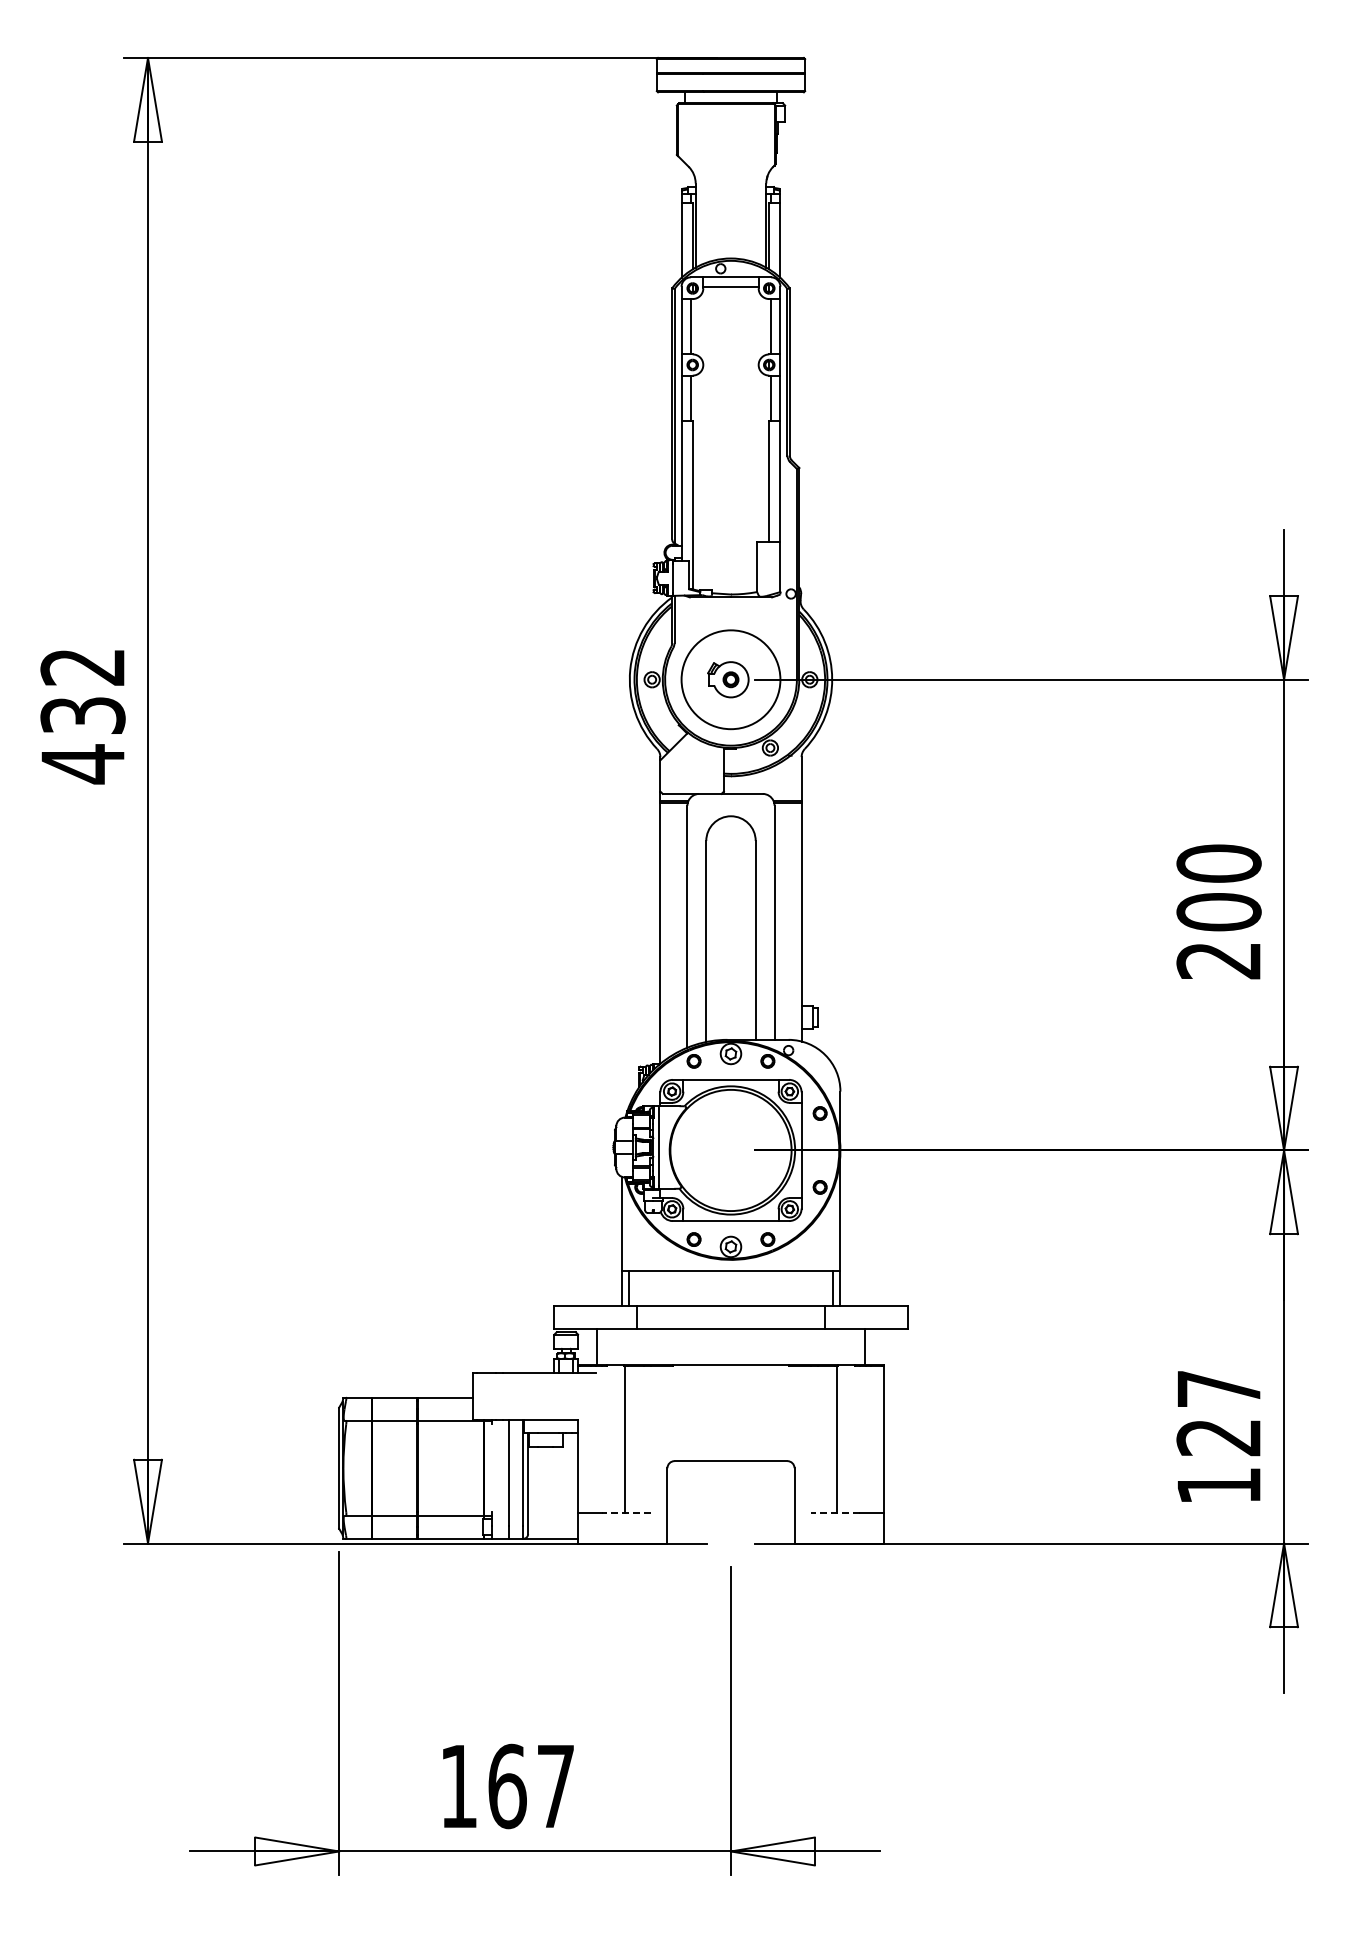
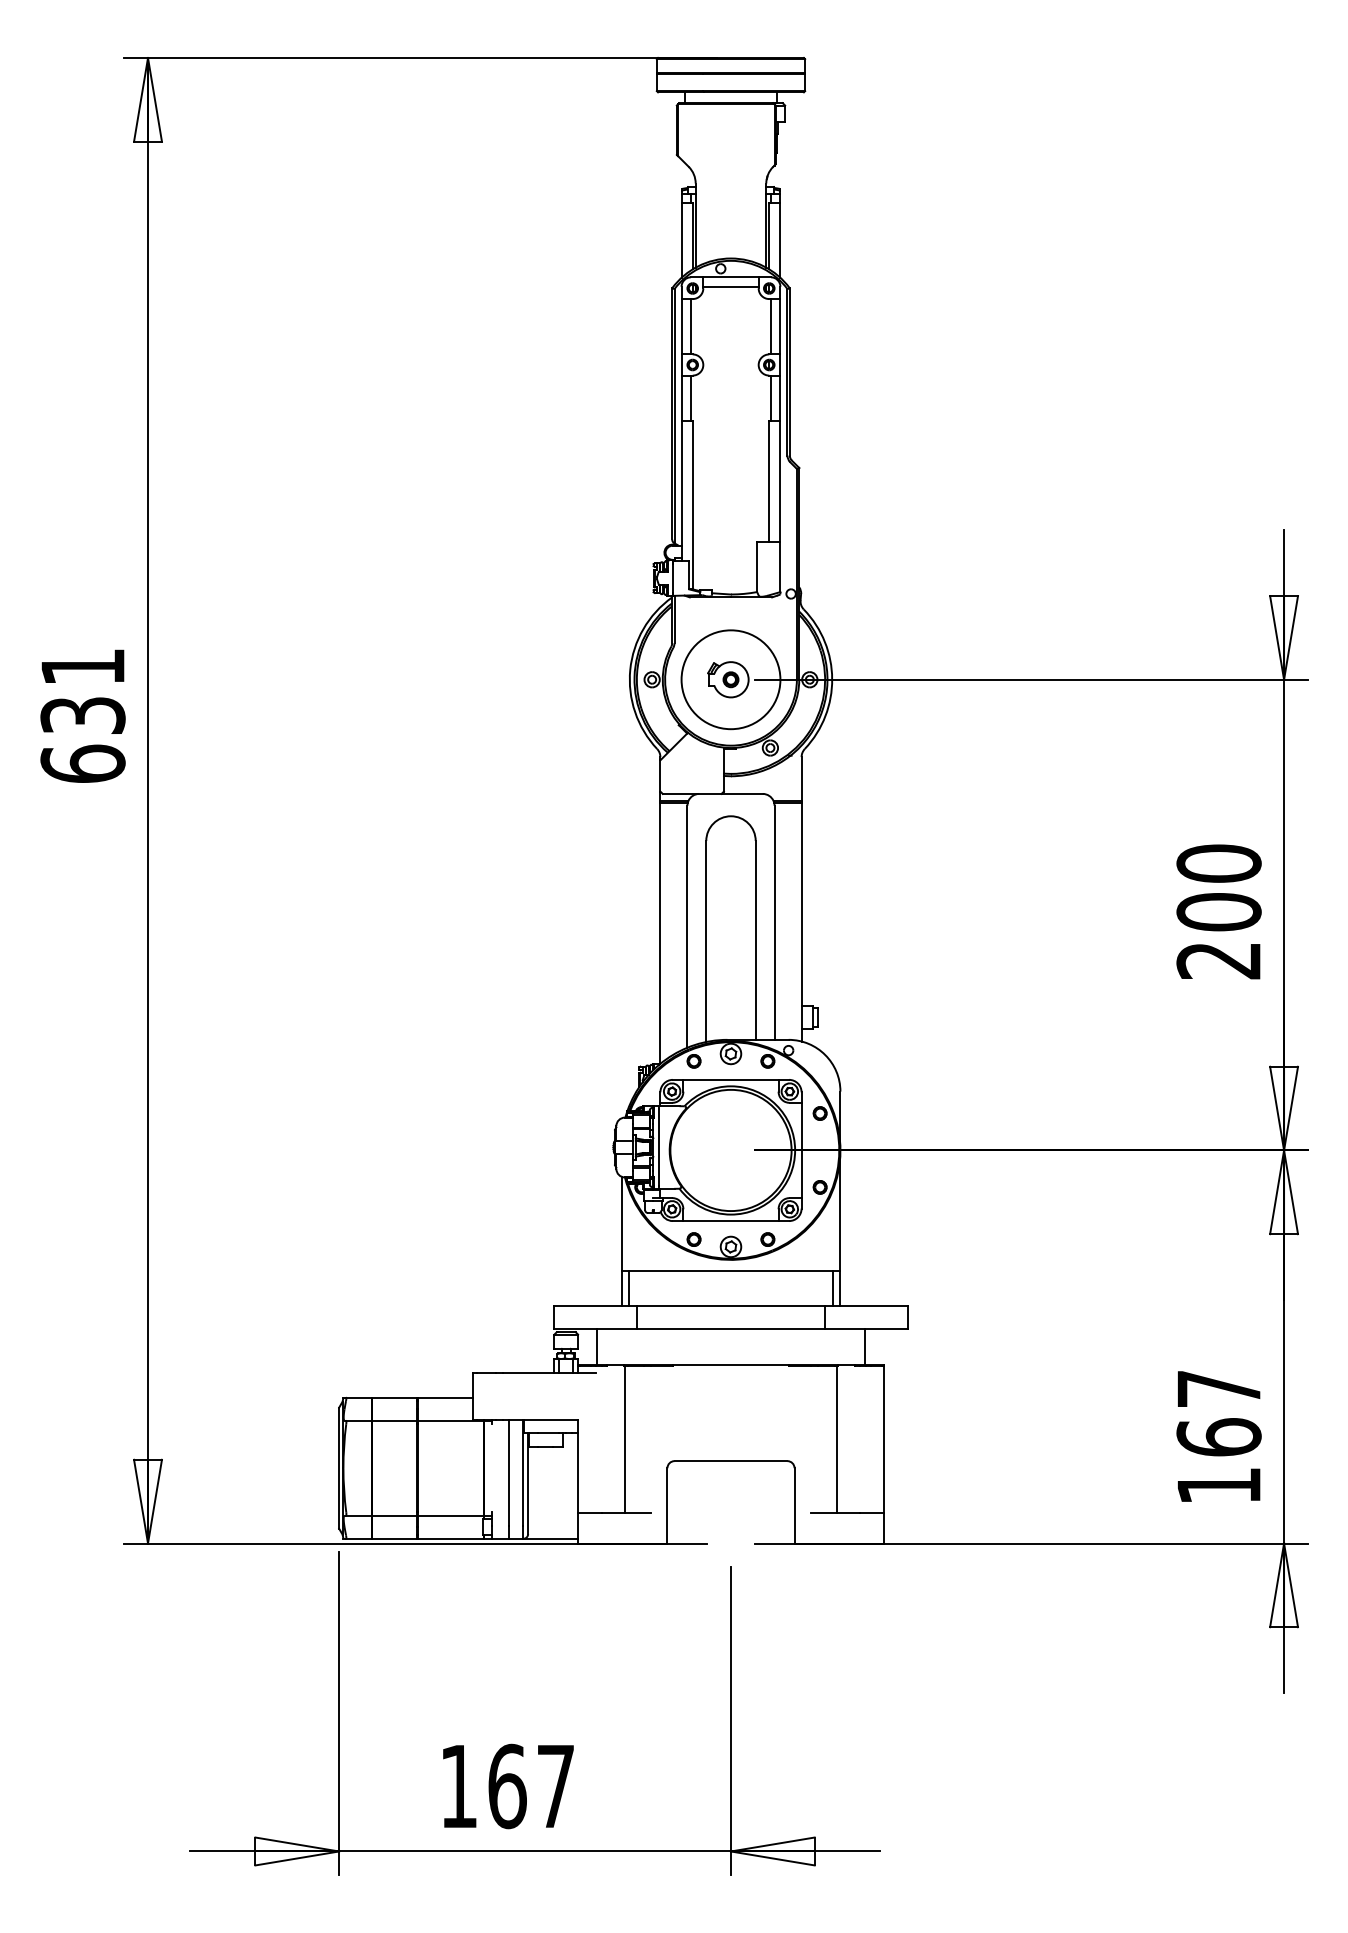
text at (82, 716): 432 -> 631
text at (1218, 1437): 127 -> 167
line at (626, 1512): dashed -> solid
line at (835, 1512): dashed -> solid
